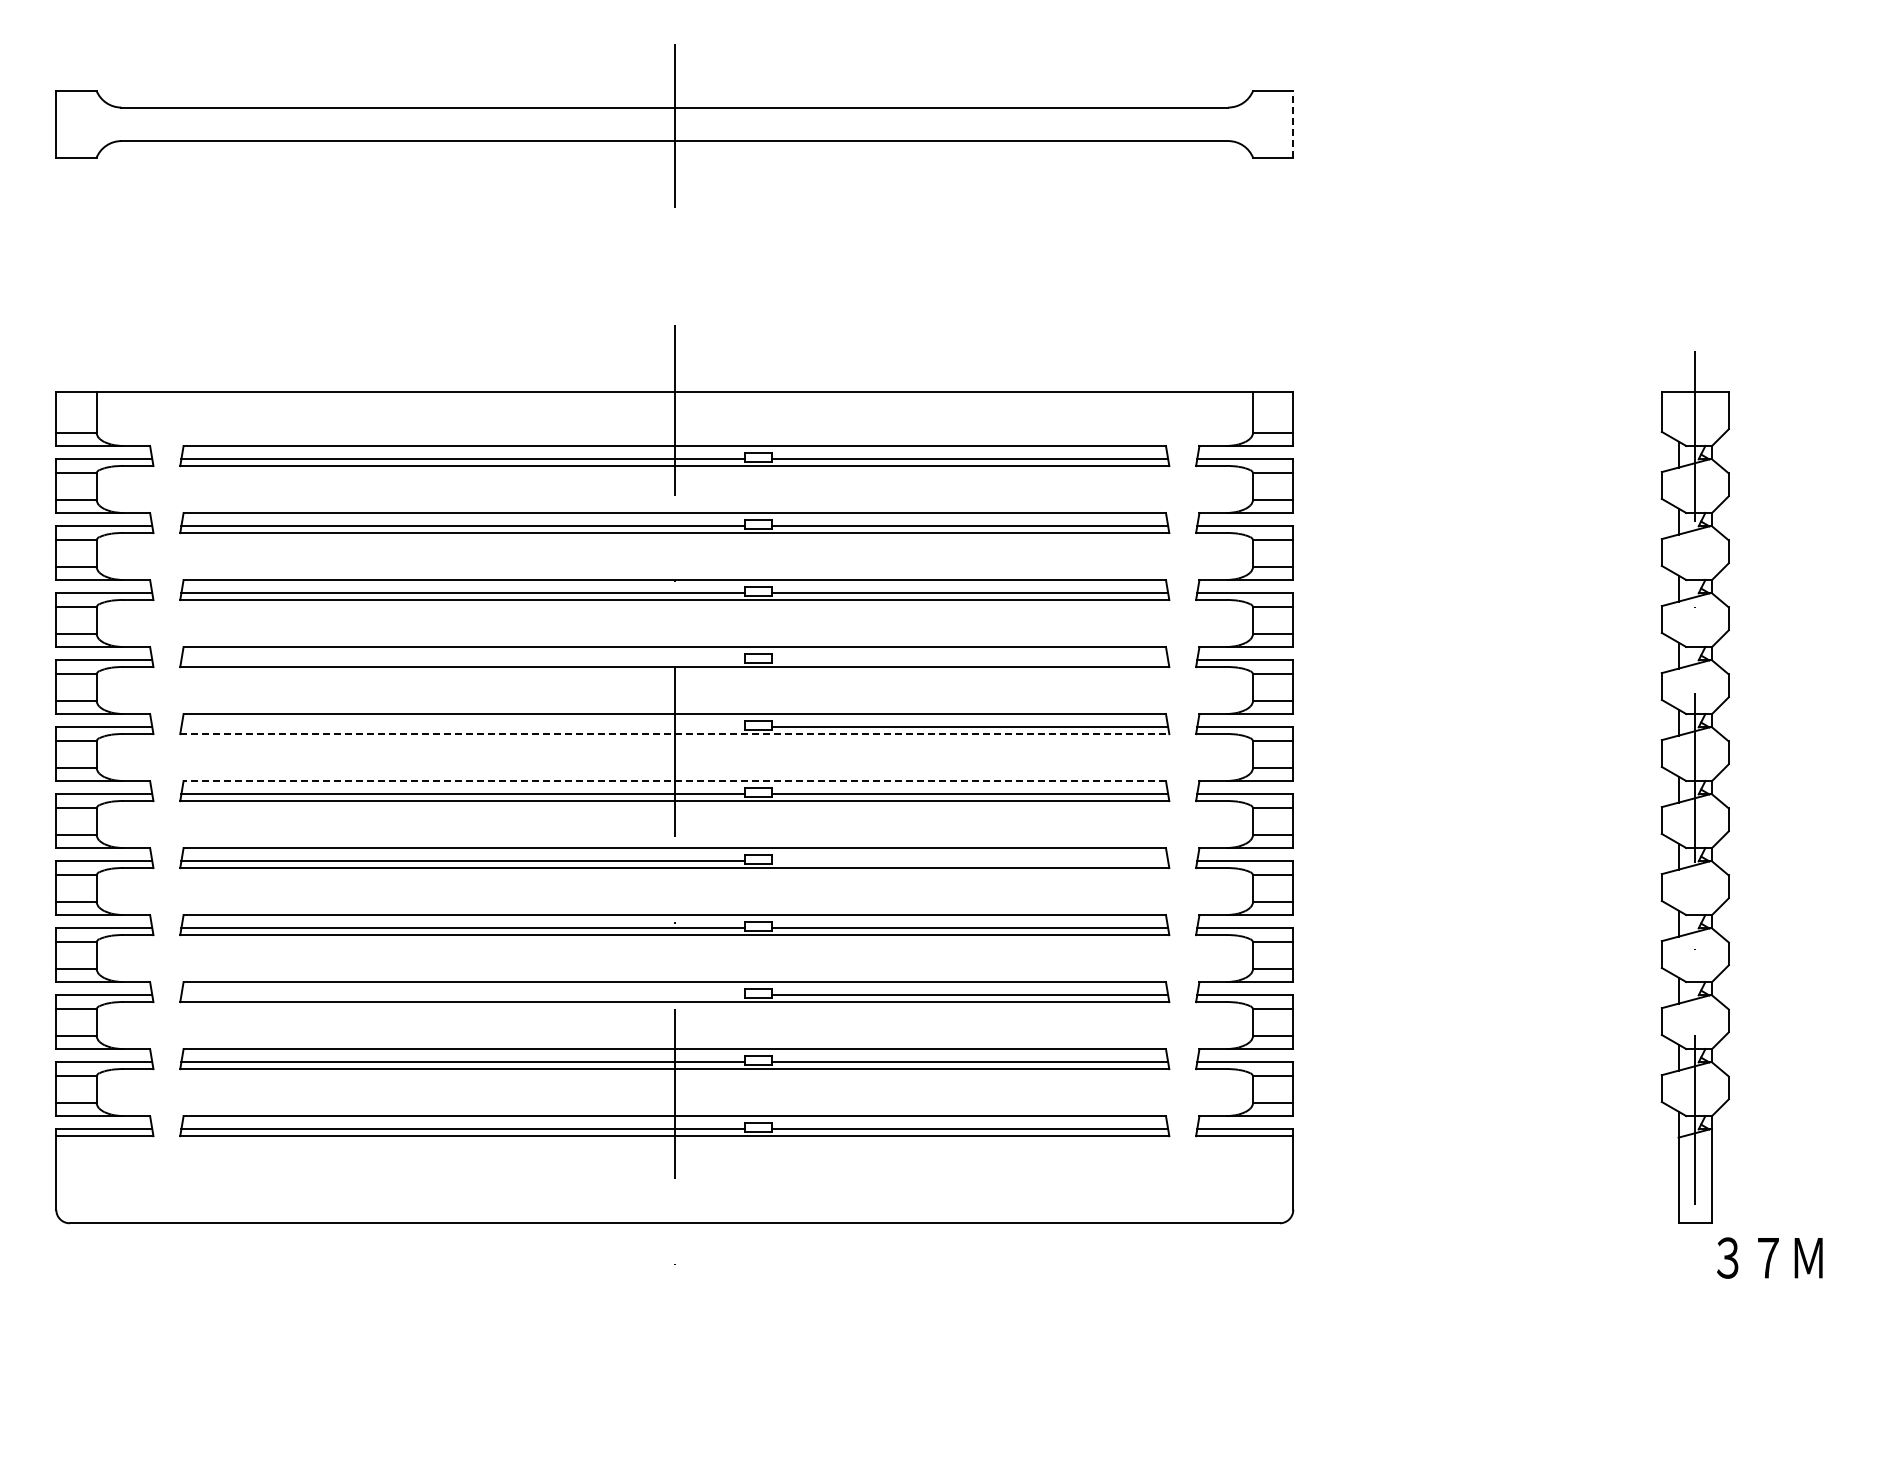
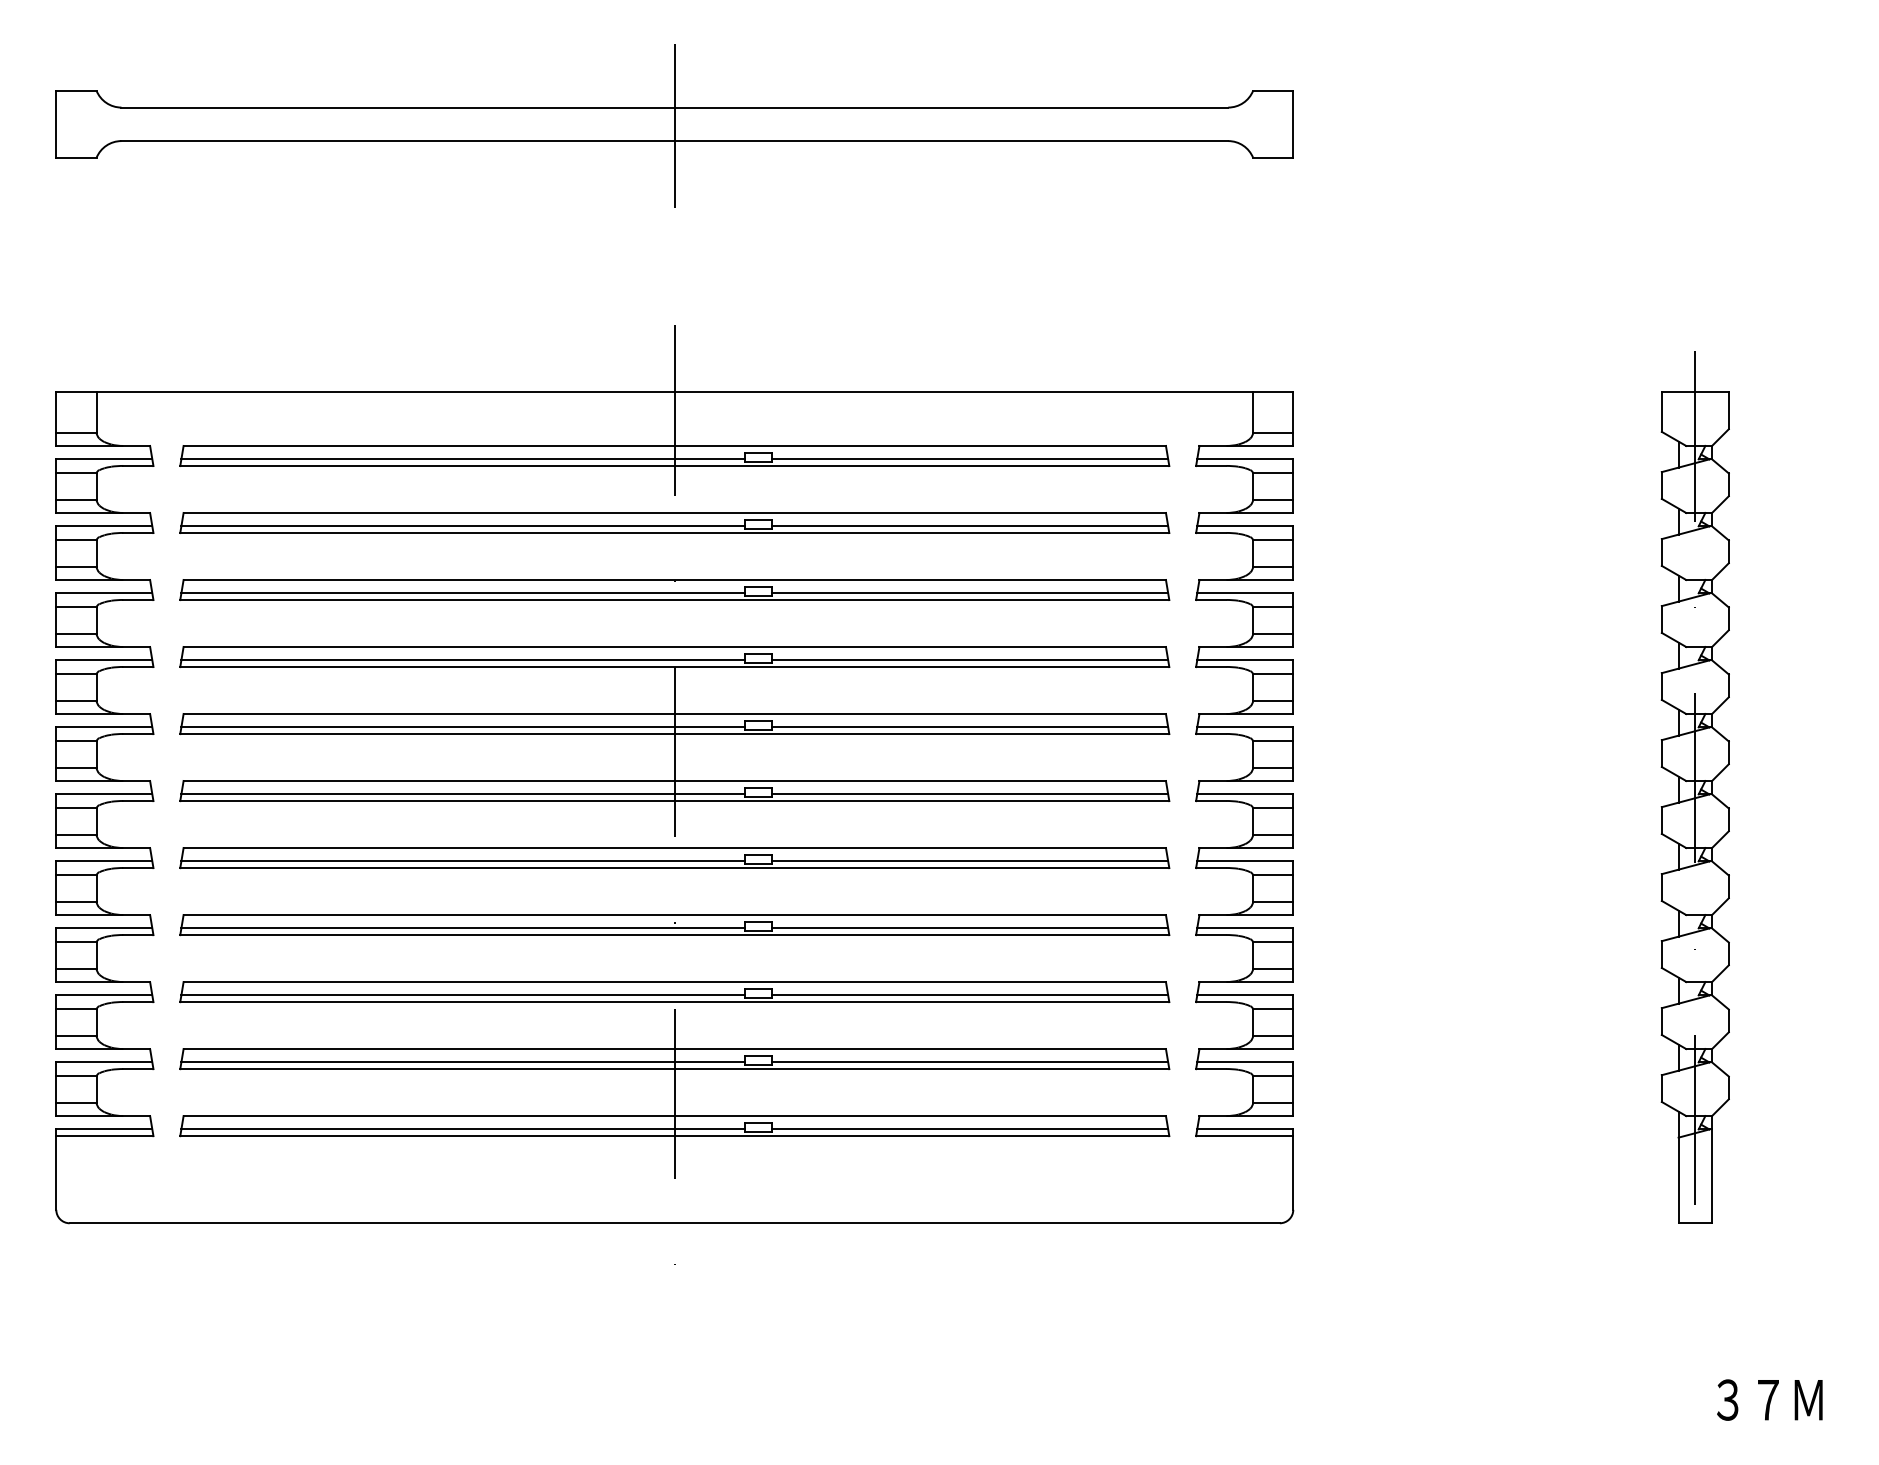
line at (1293, 124): dashed -> solid
line at (463, 660): none -> present
line at (969, 660): none -> present
line at (463, 727): none -> present
line at (674, 734): dashed -> solid
line at (674, 781): dashed -> solid
line at (969, 861): none -> present
line at (463, 995): none -> present
text at (1769, 1257) position: (1769, 1257) -> (1769, 1399)
